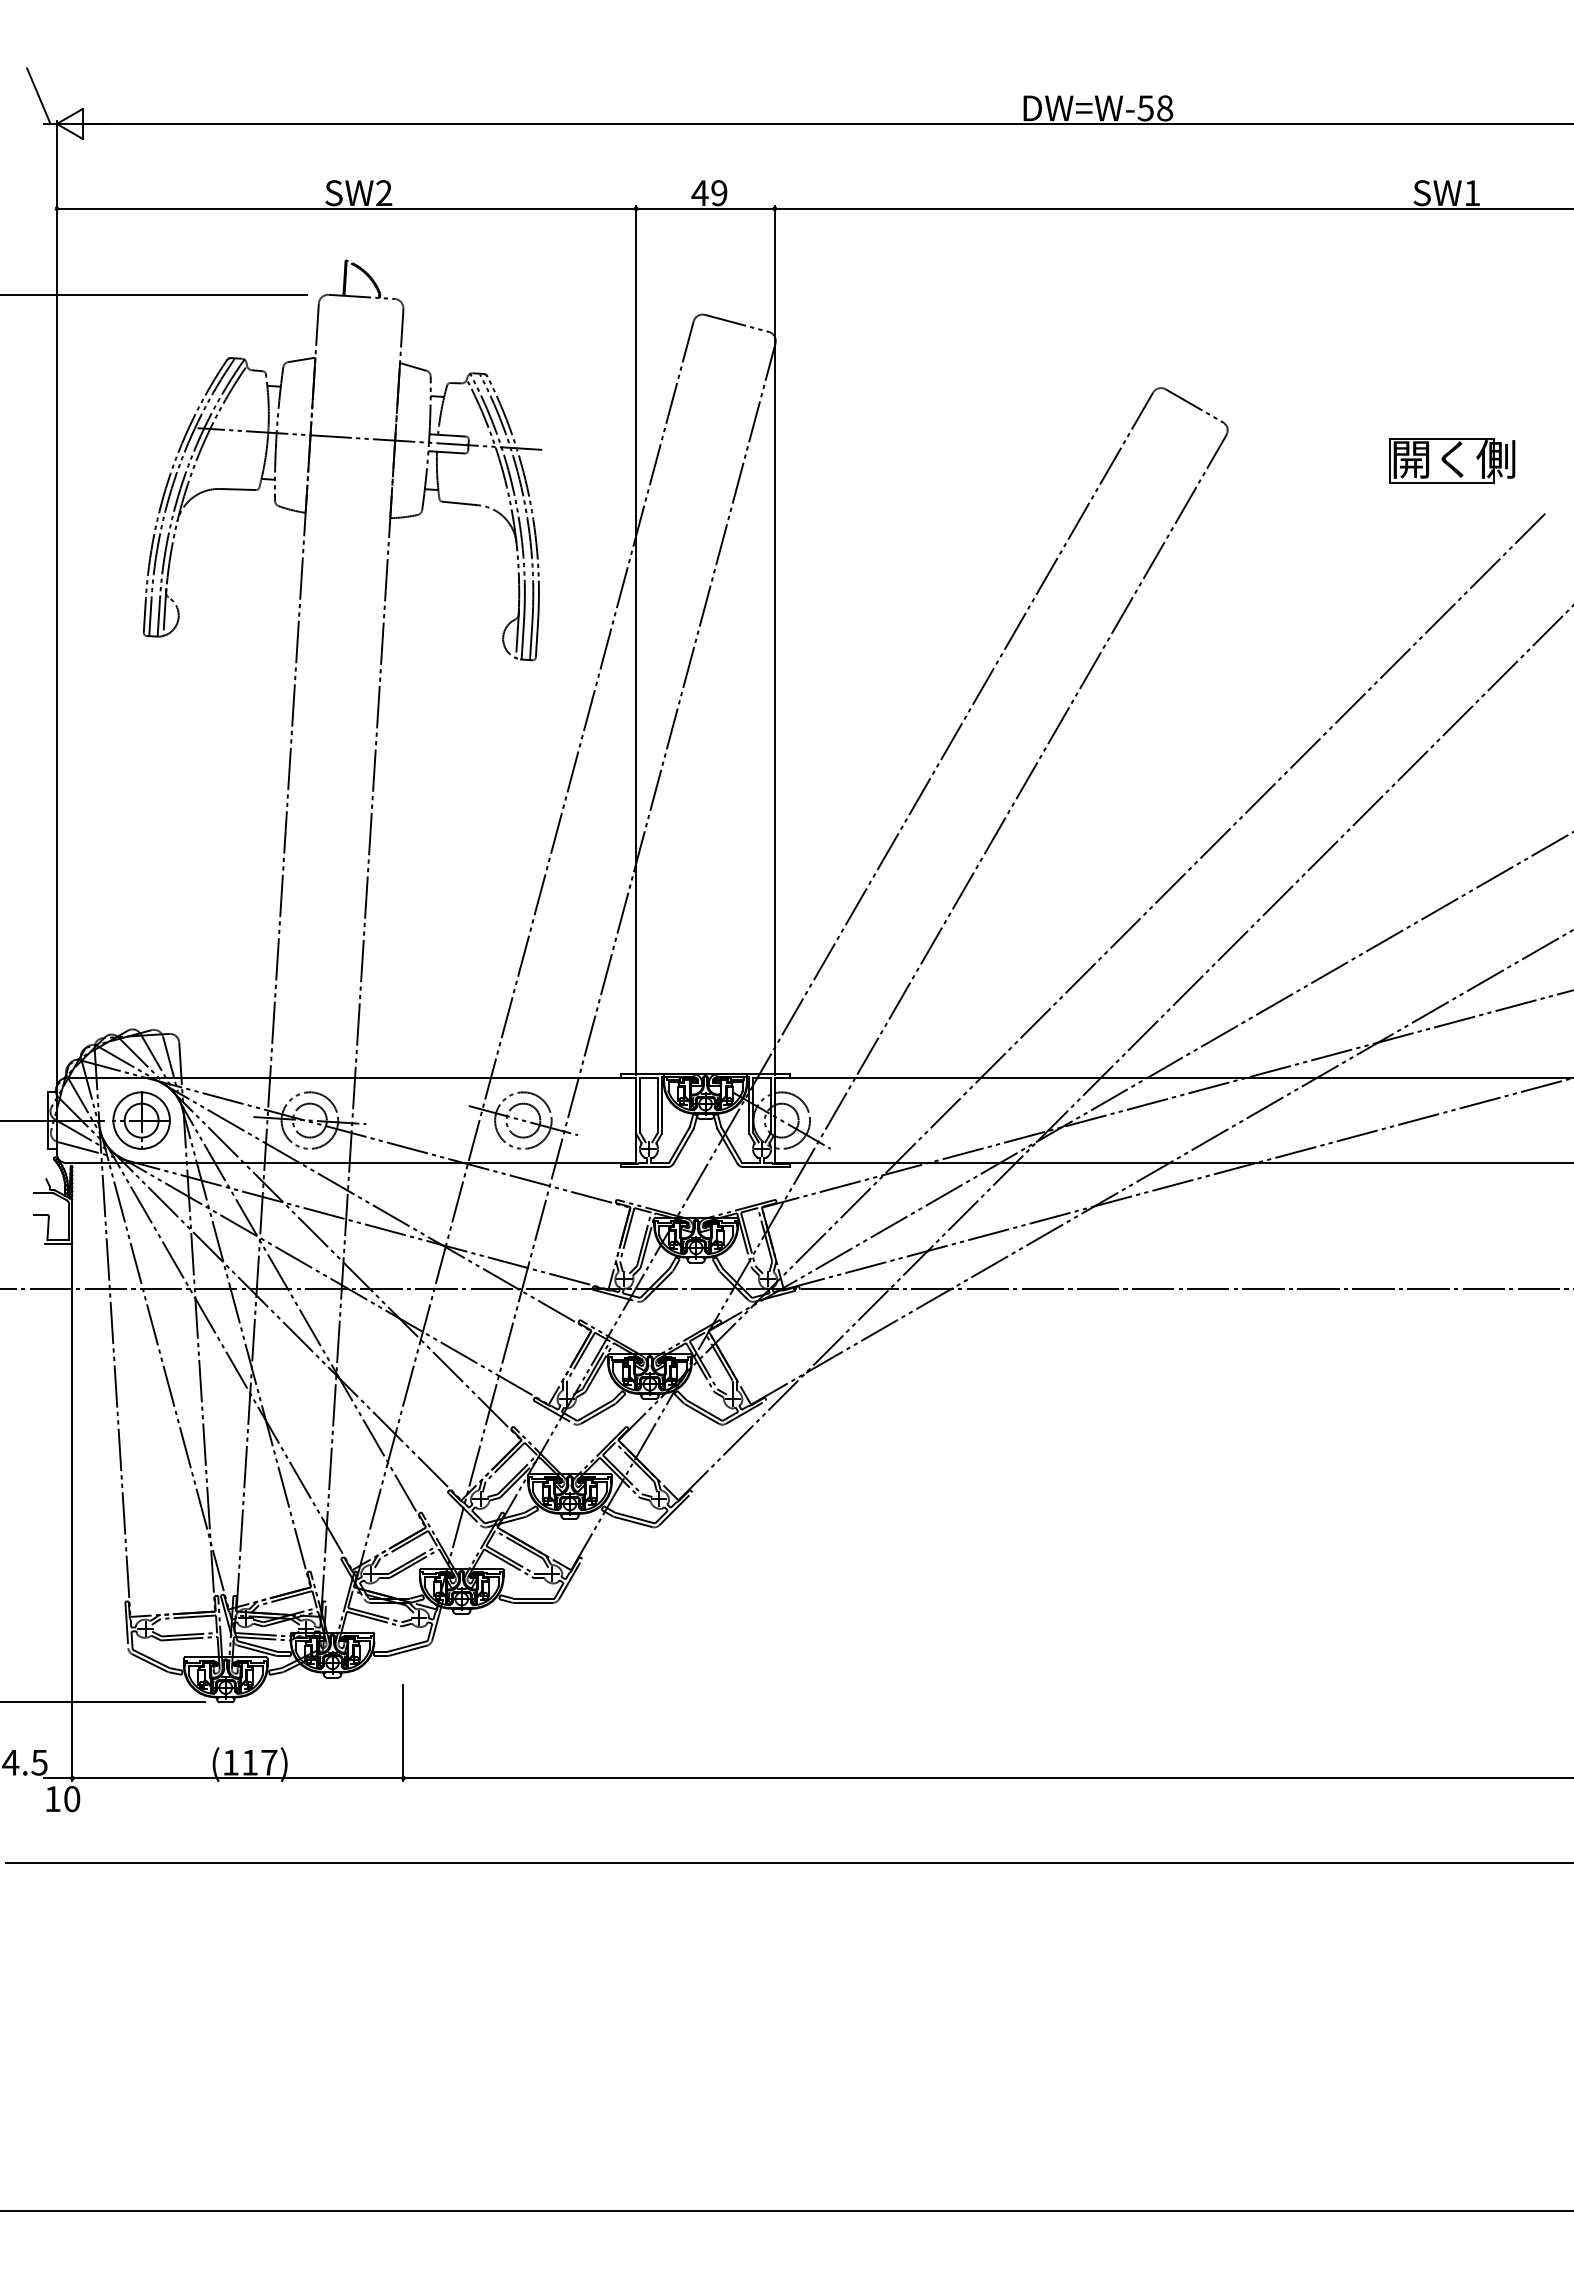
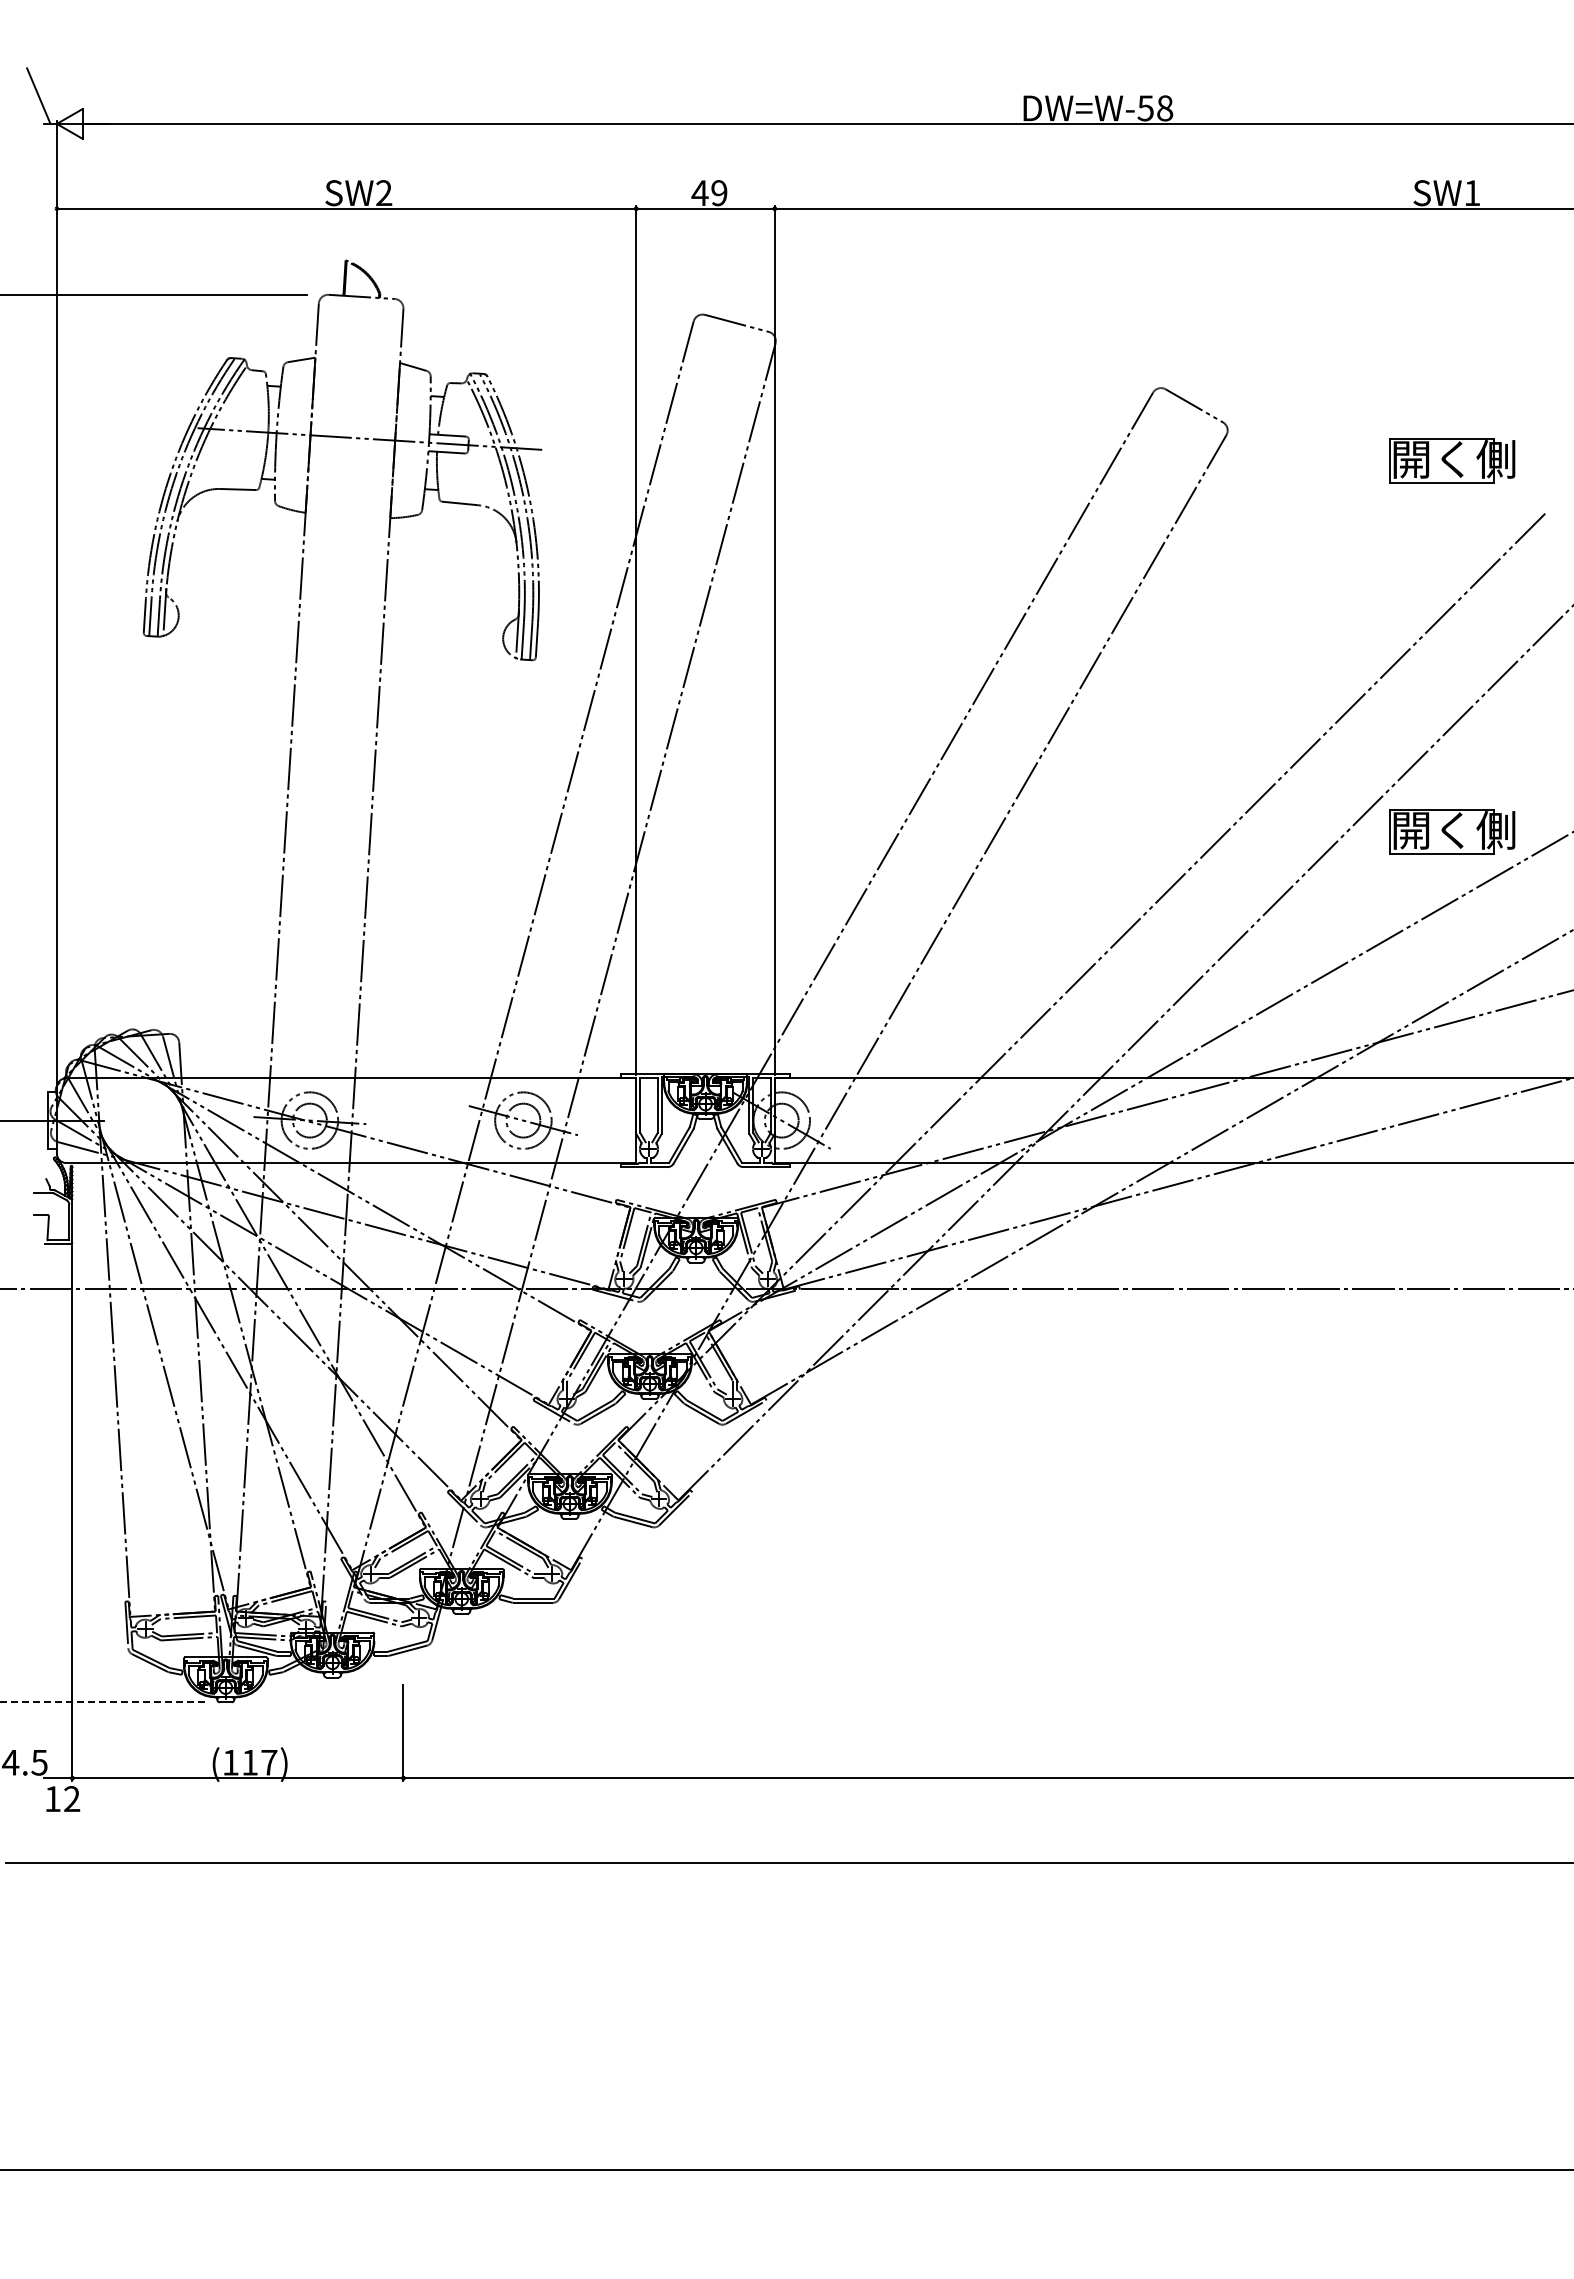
part at (1452, 831): none -> present
part at (141, 1120): present -> none
line at (102, 1702): solid -> dashed
text at (72, 1799): 10 -> 12
line at (786, 2210) position: (786, 2210) -> (786, 2169)
